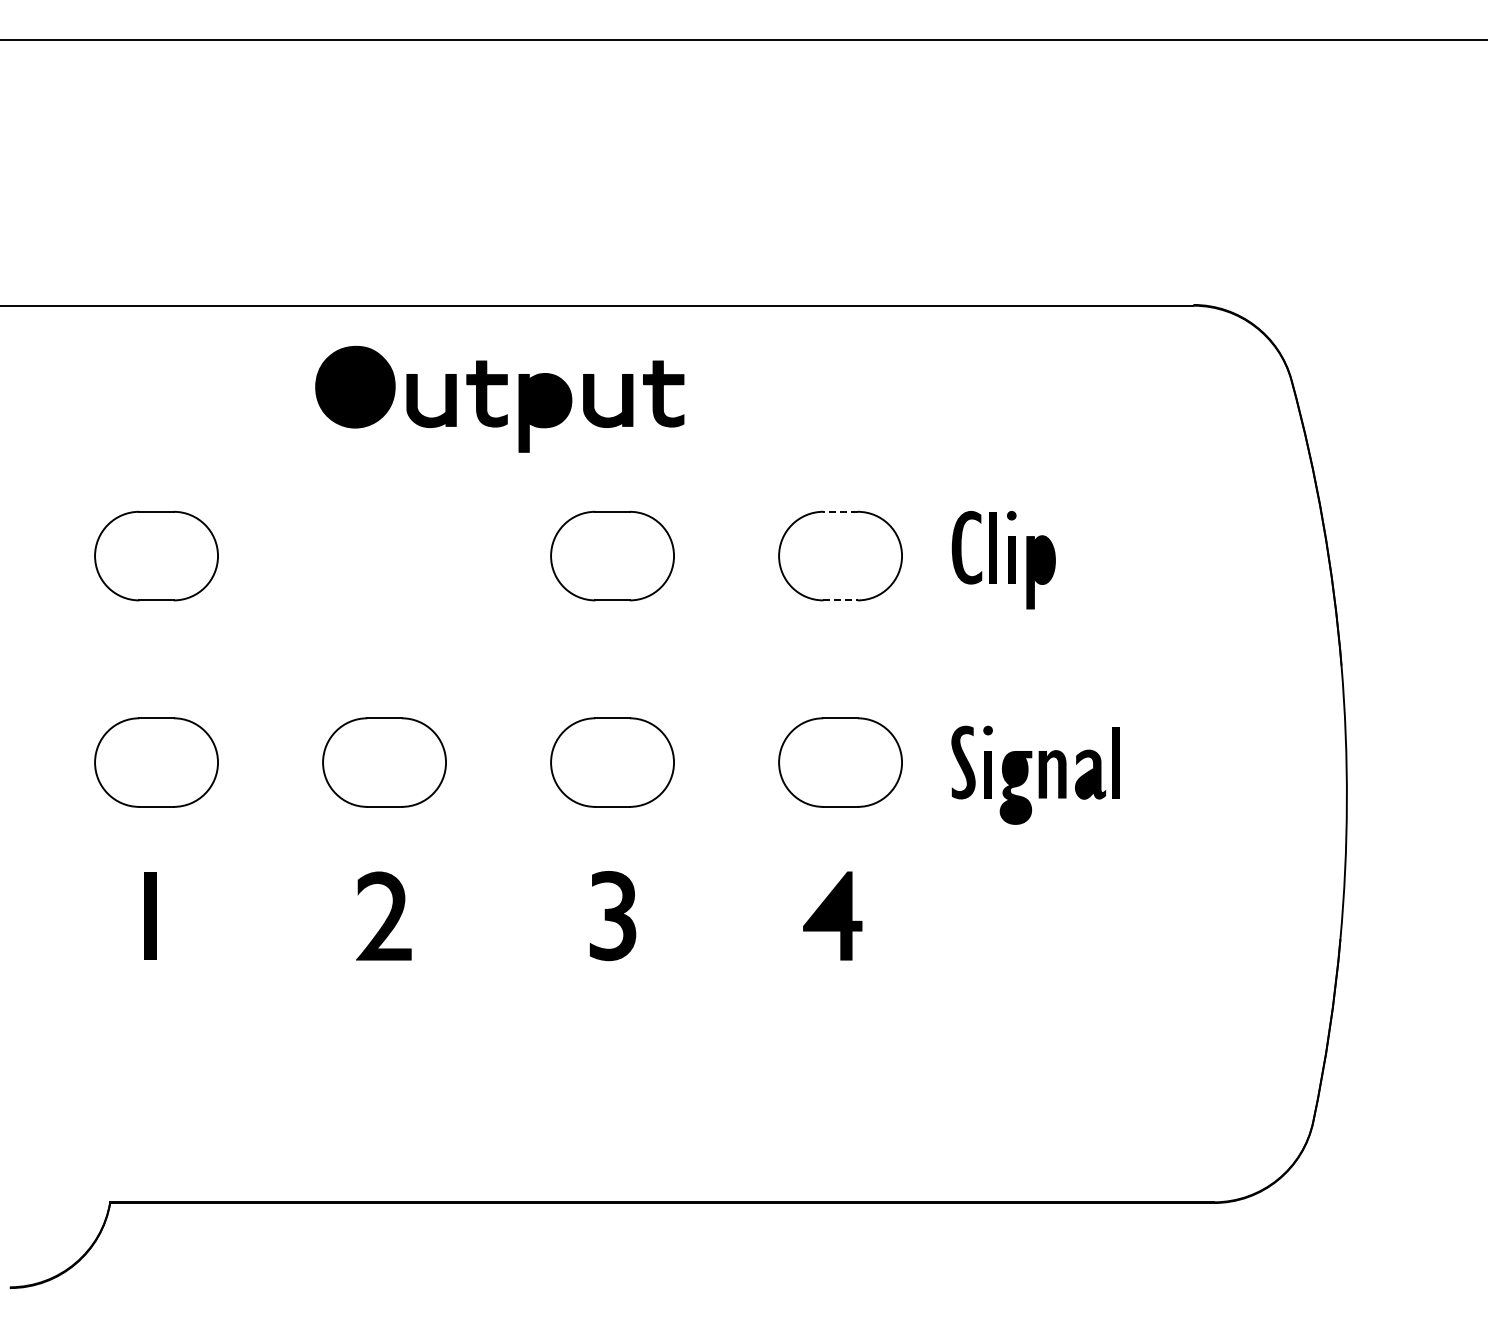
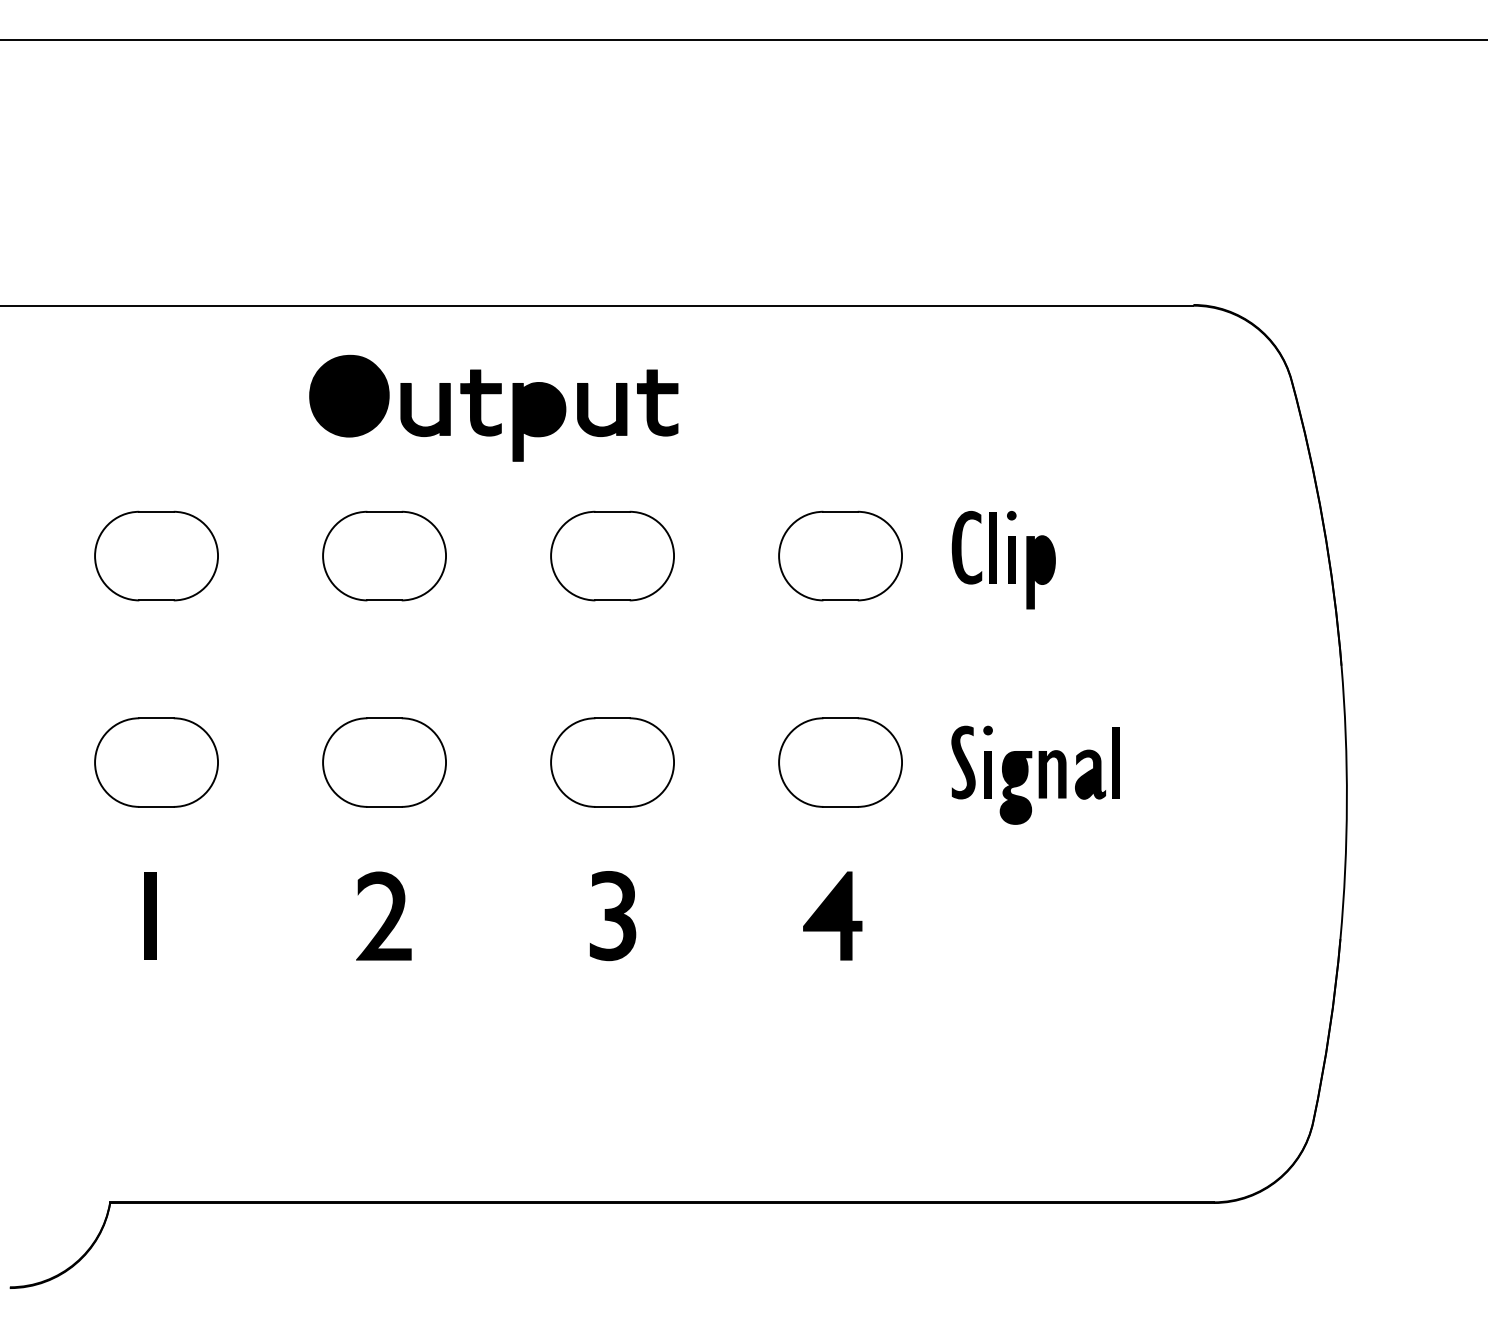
part at (487, 398) position: (487, 398) -> (481, 407)
line at (840, 511): dashed -> solid
part at (384, 555): none -> present
line at (841, 600): dashed -> solid
